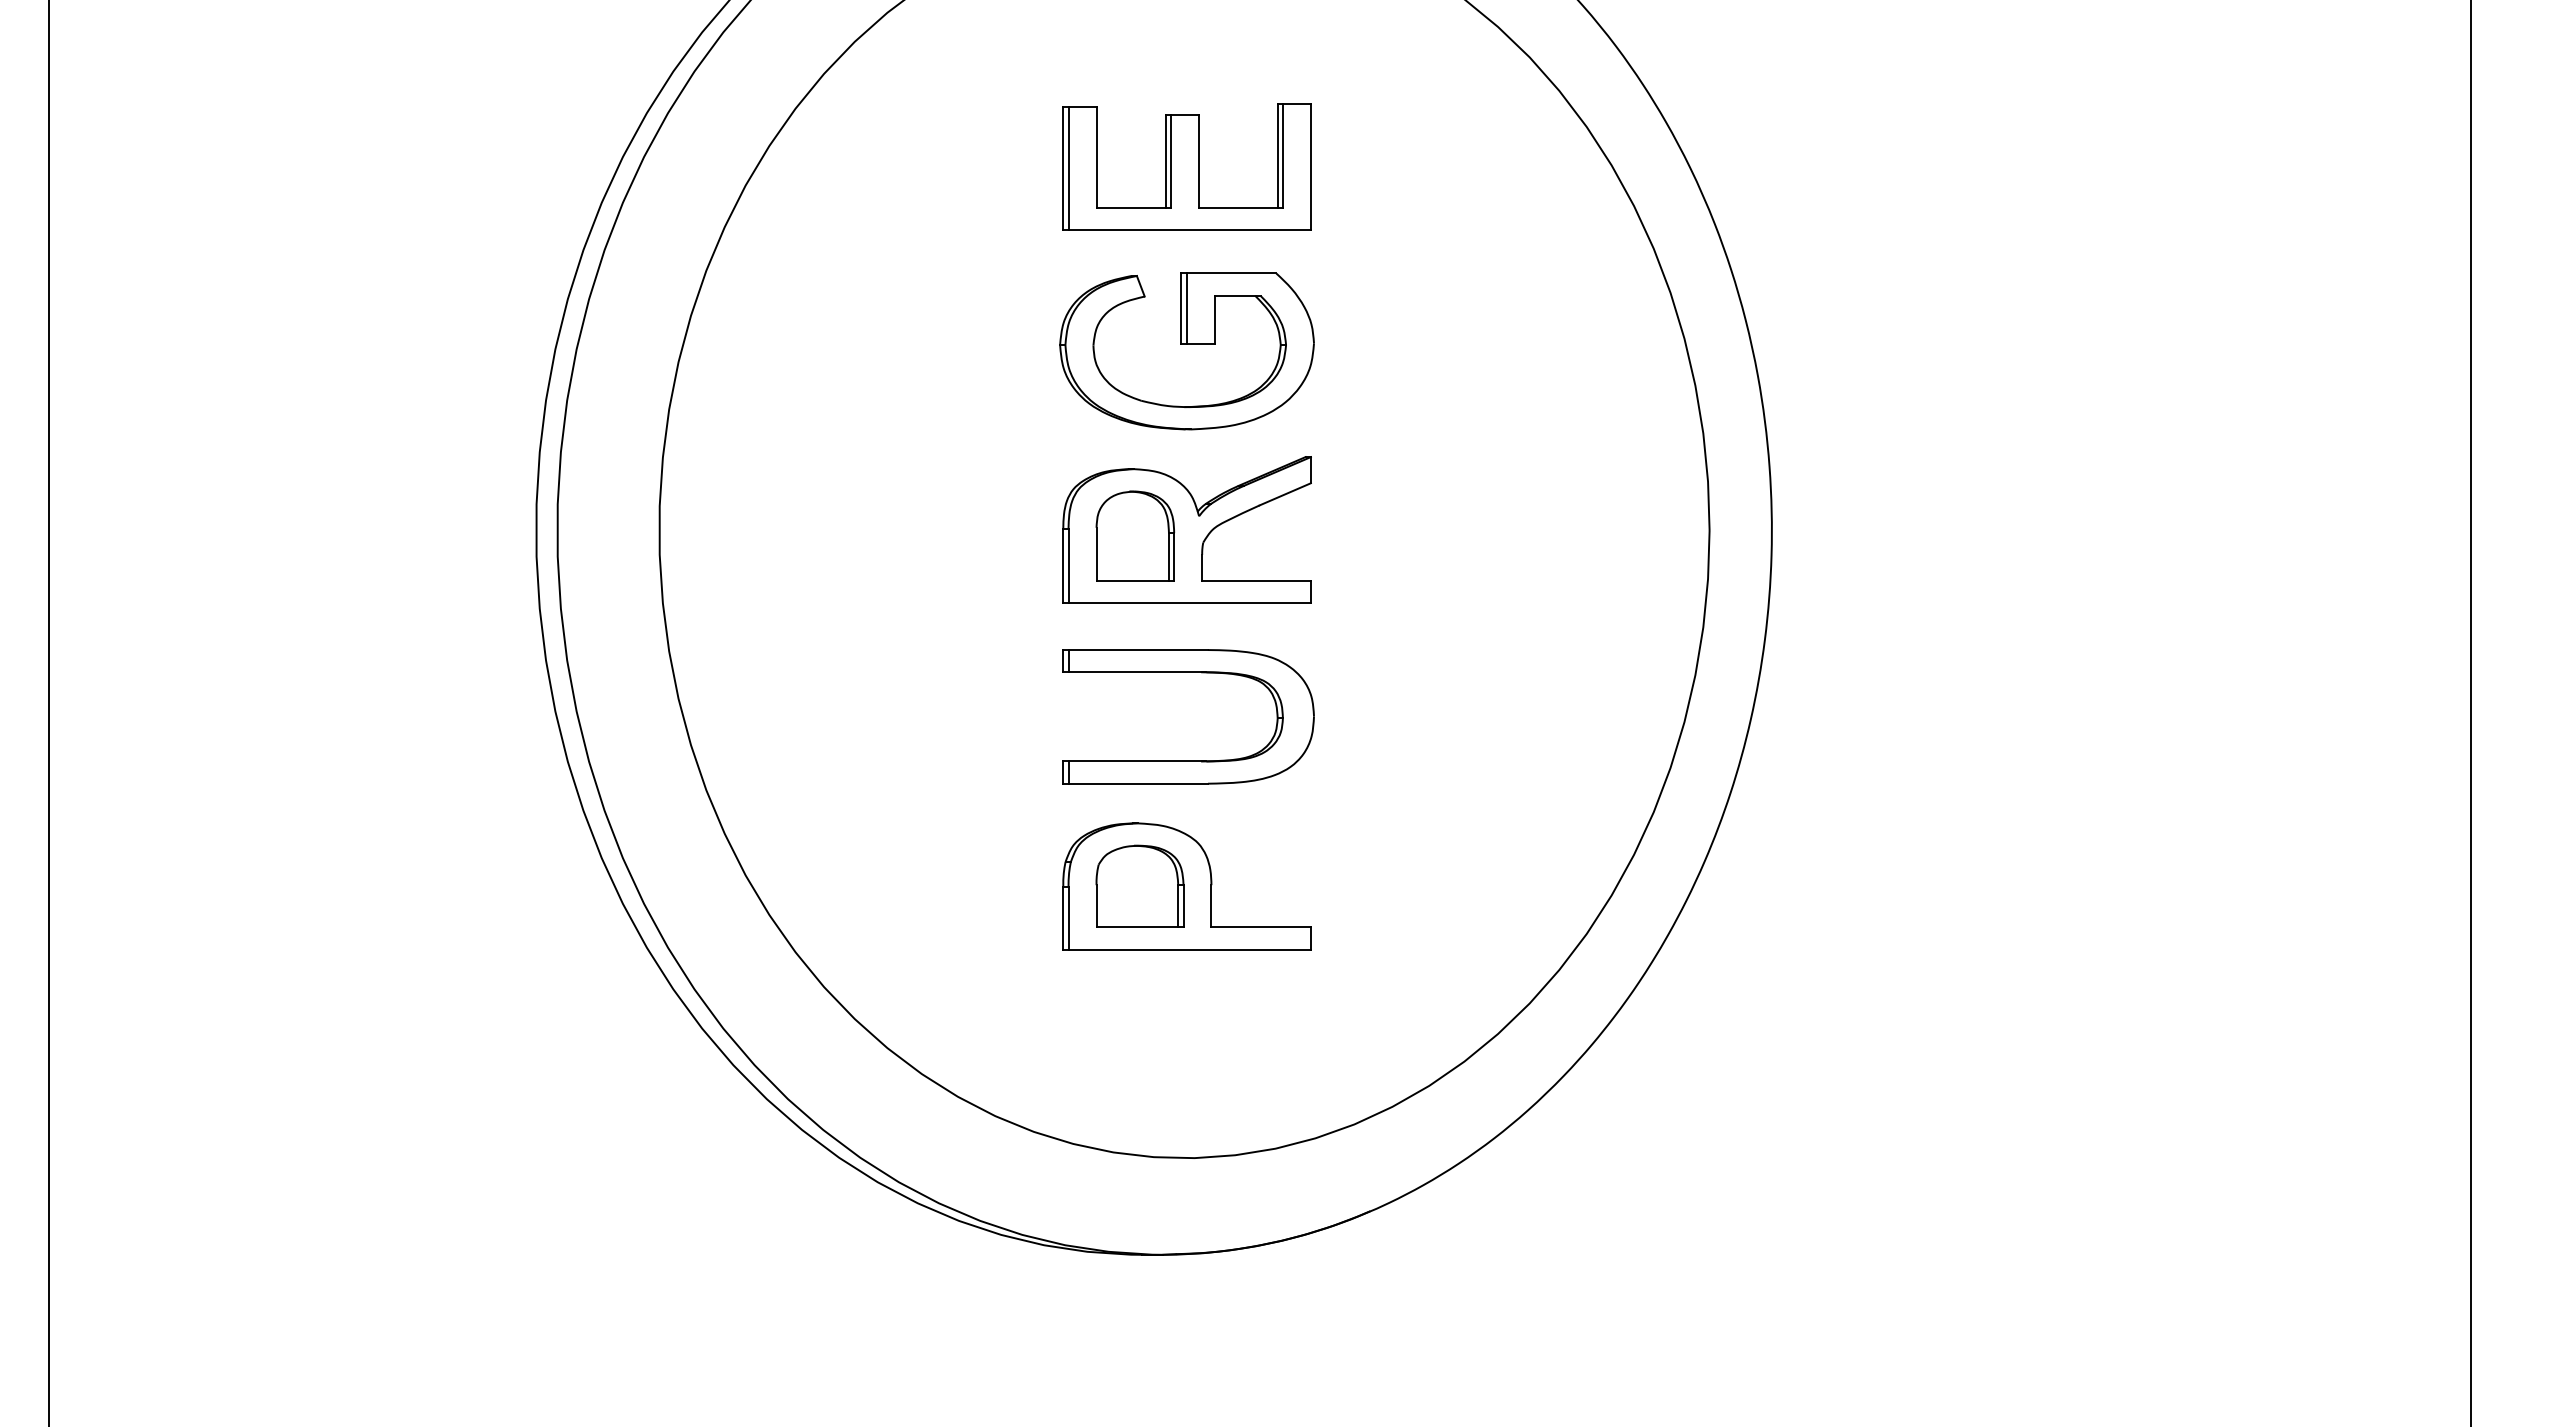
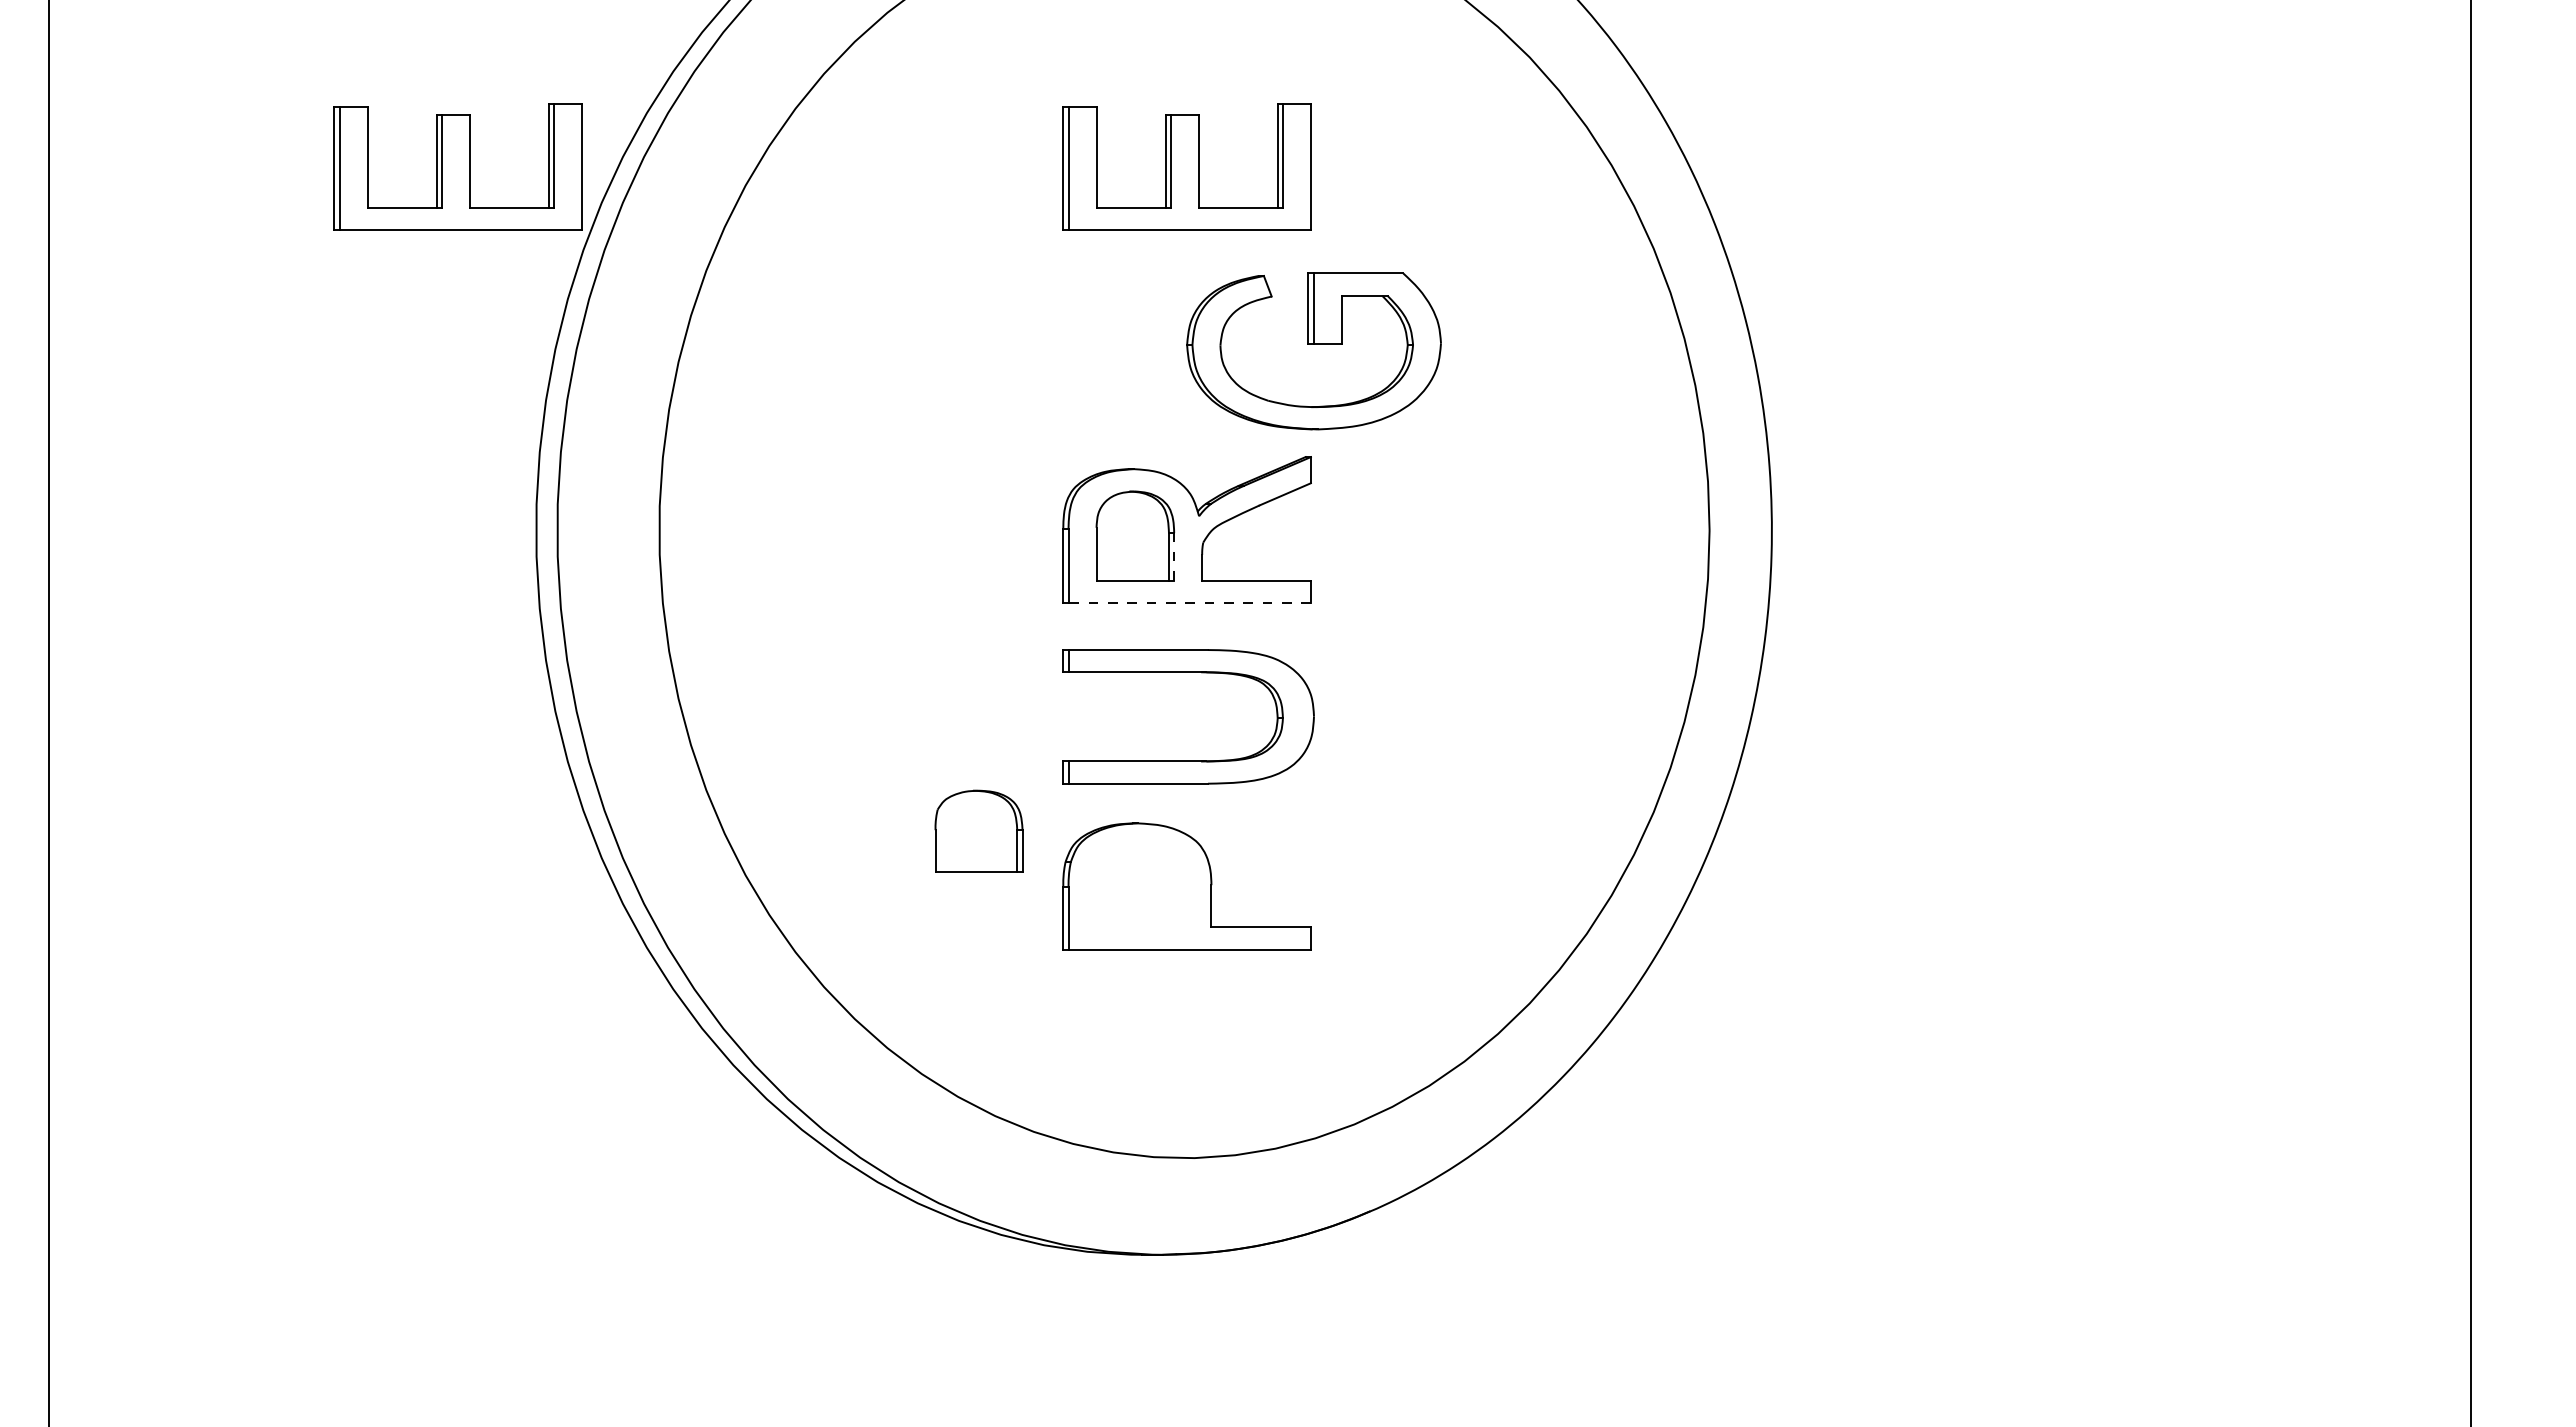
part at (457, 166): none -> present
part at (1186, 344) position: (1186, 344) -> (1313, 344)
line at (1174, 556): solid -> dashed
line at (1189, 602): solid -> dashed
part at (1139, 885) position: (1139, 885) -> (978, 830)
